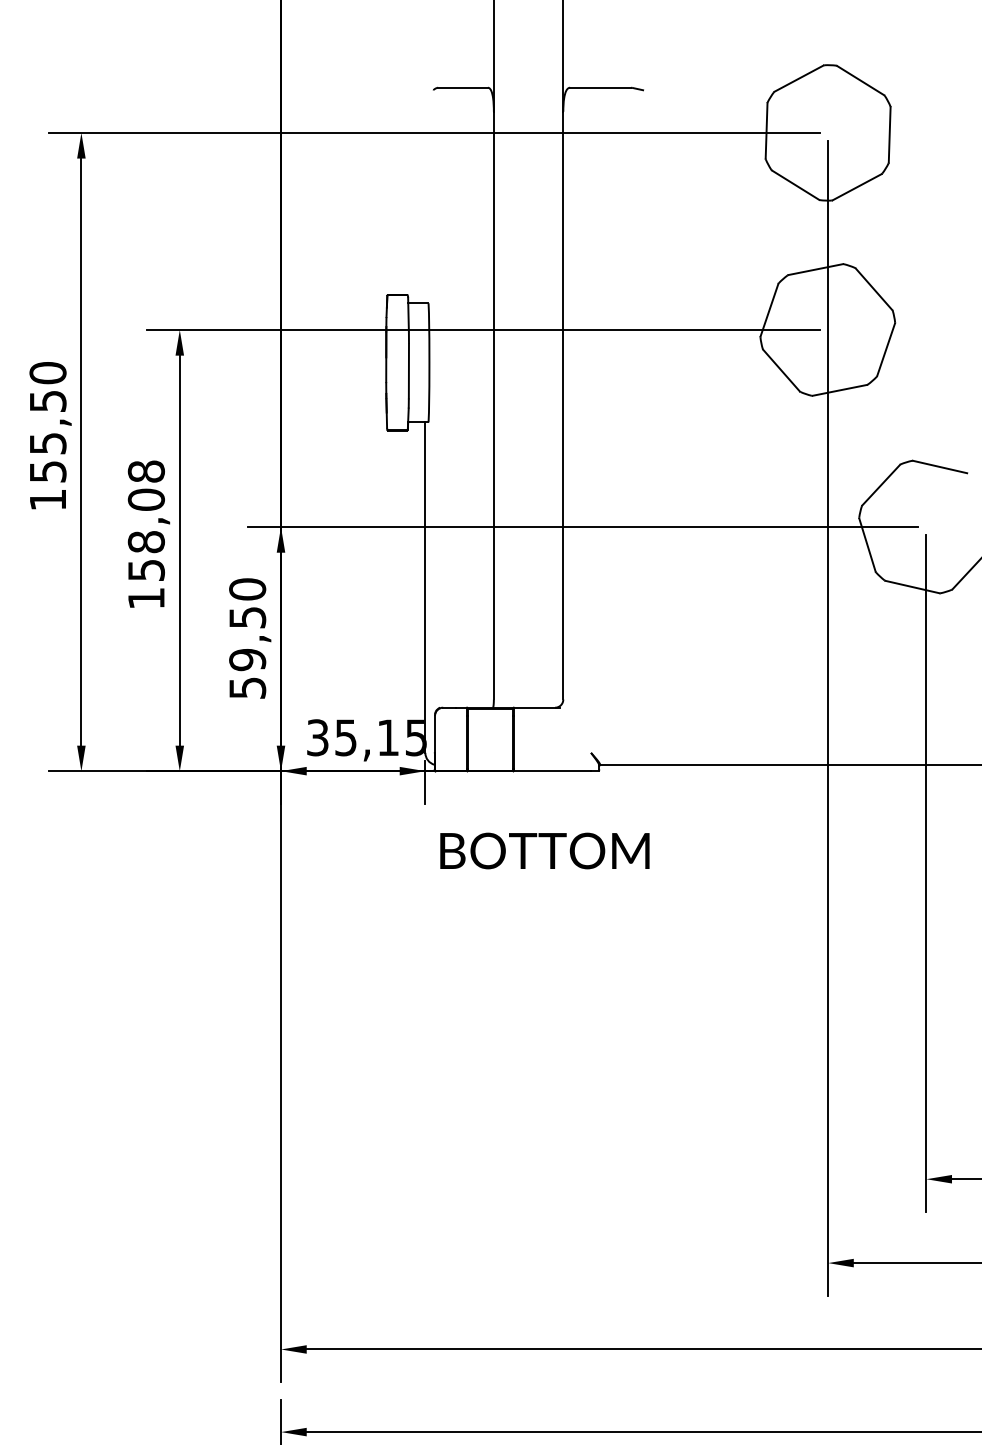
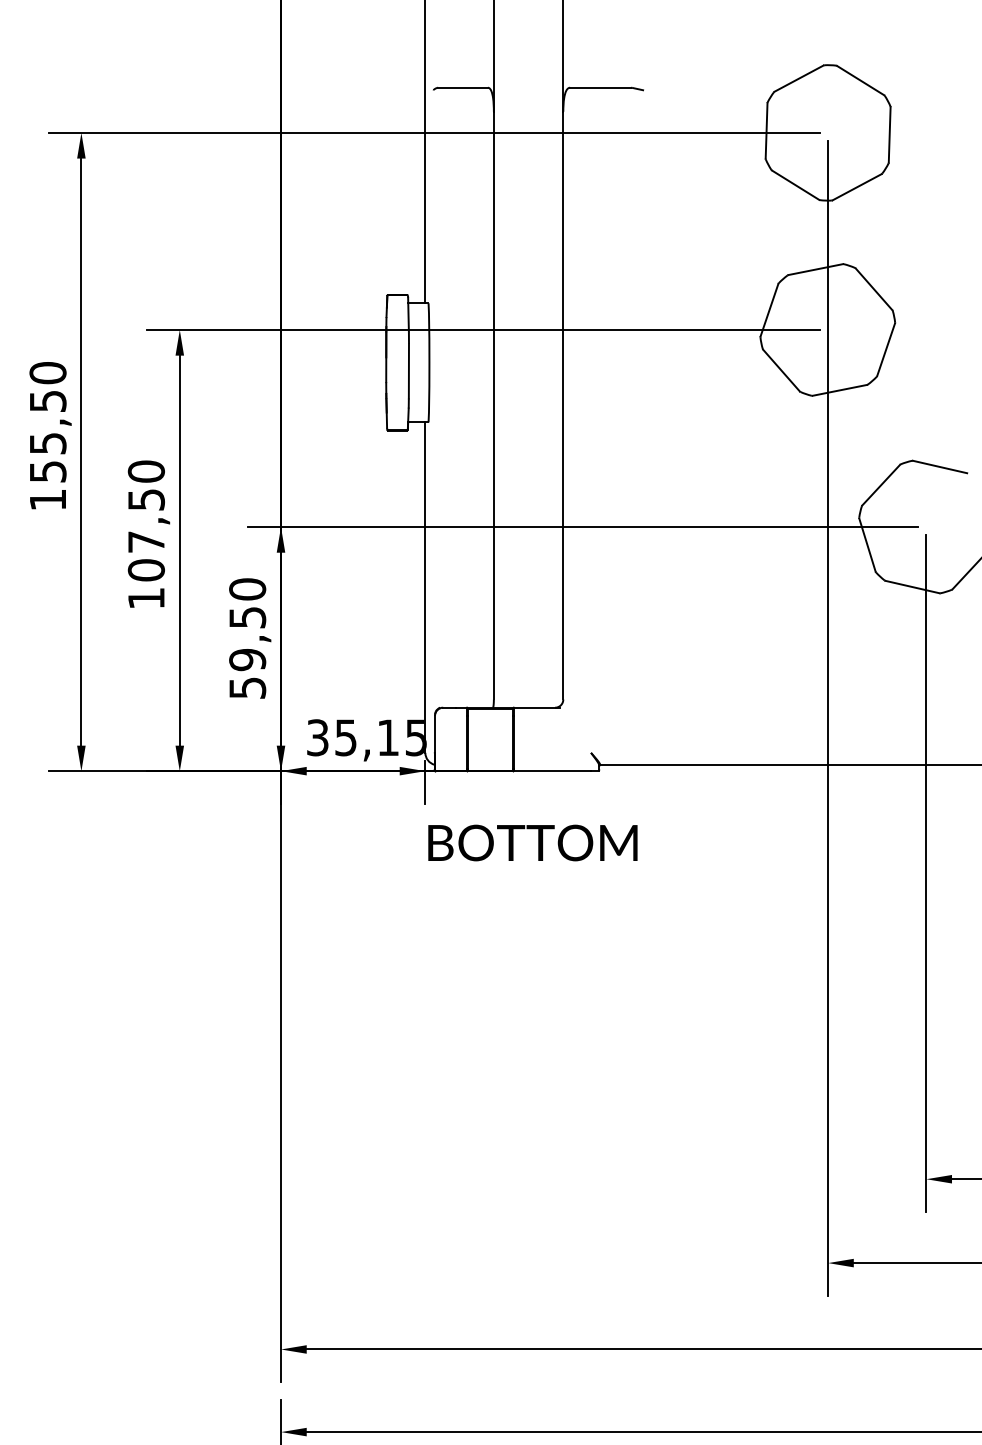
line at (425, 152): none -> present
text at (145, 520): 158,08 -> 107,50
text at (544, 850) position: (544, 850) -> (532, 842)
